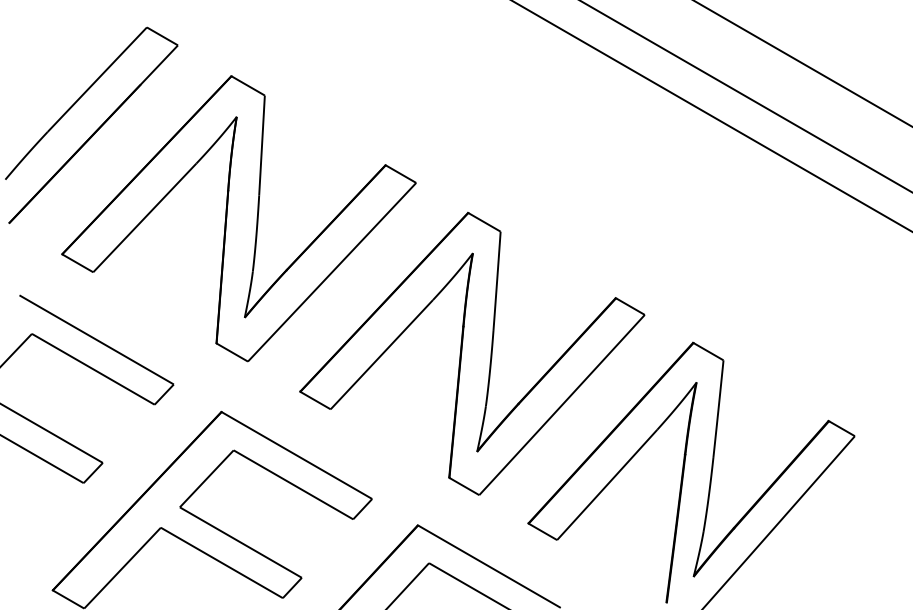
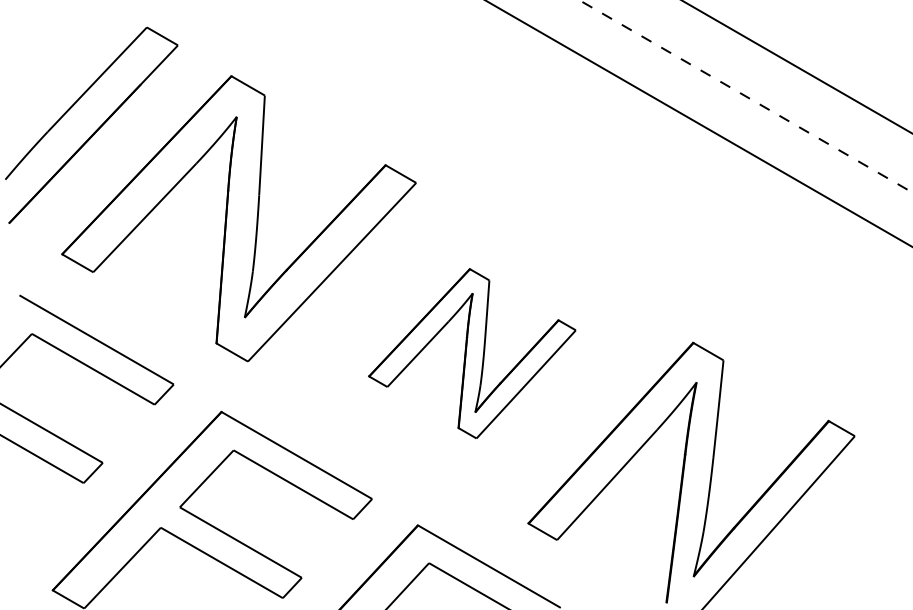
line at (802, 63) position: (802, 63) -> (796, 66)
line at (745, 96): solid -> dashed
line at (711, 116) position: (711, 116) -> (698, 123)
part at (472, 353) size: 347x285 px -> 209x171 px
